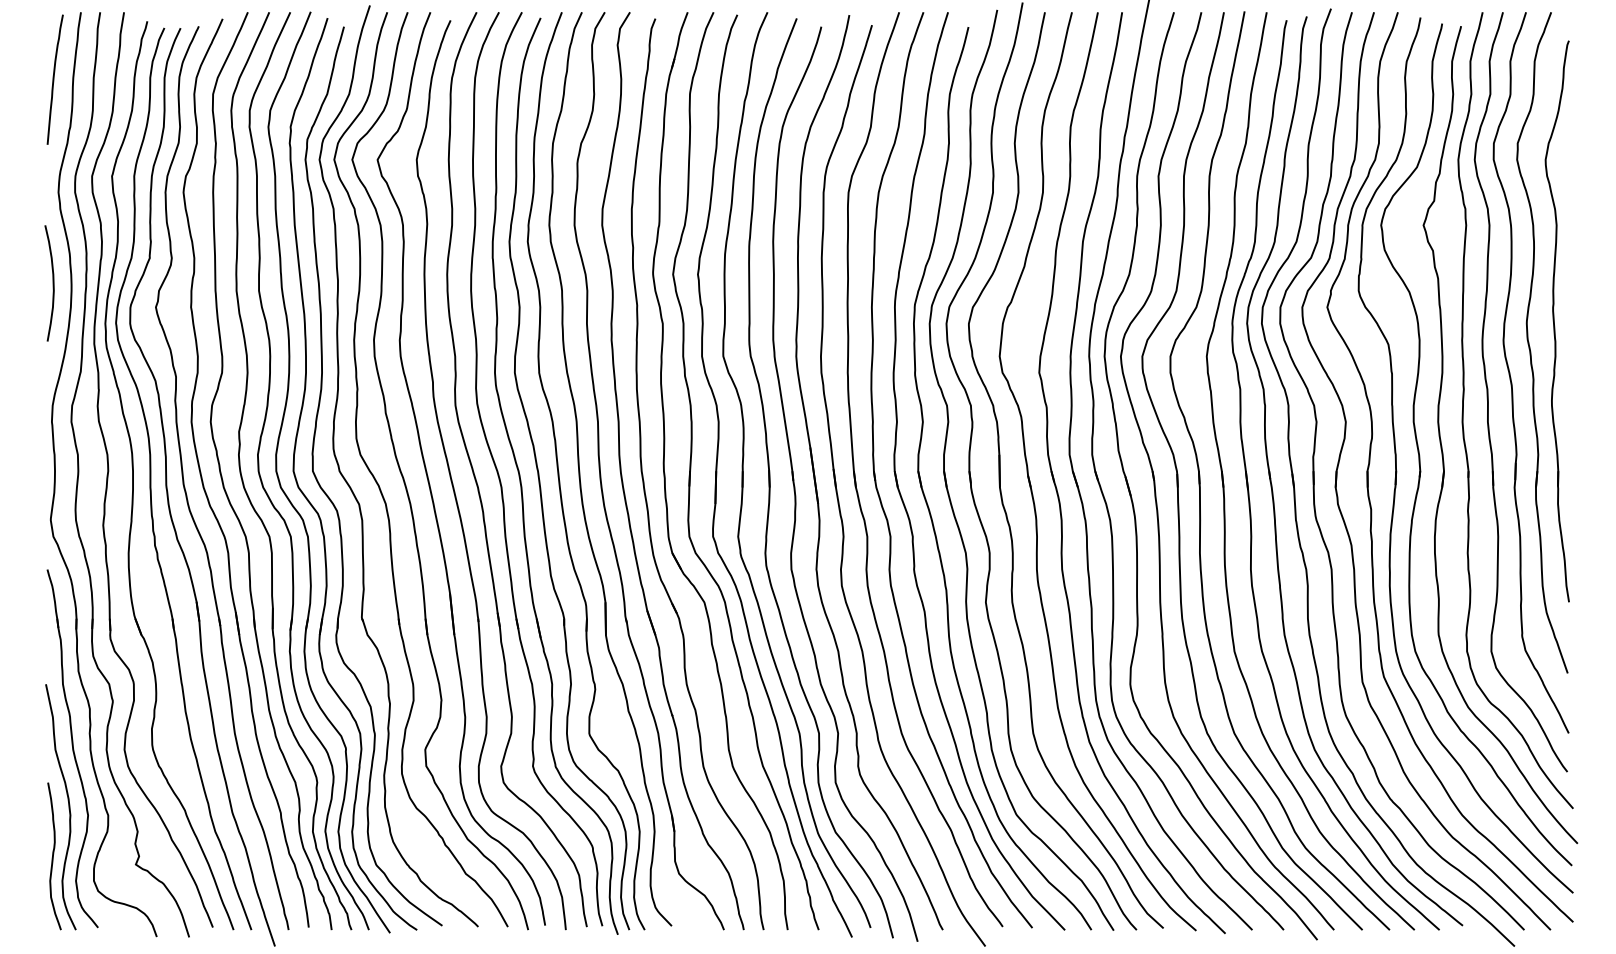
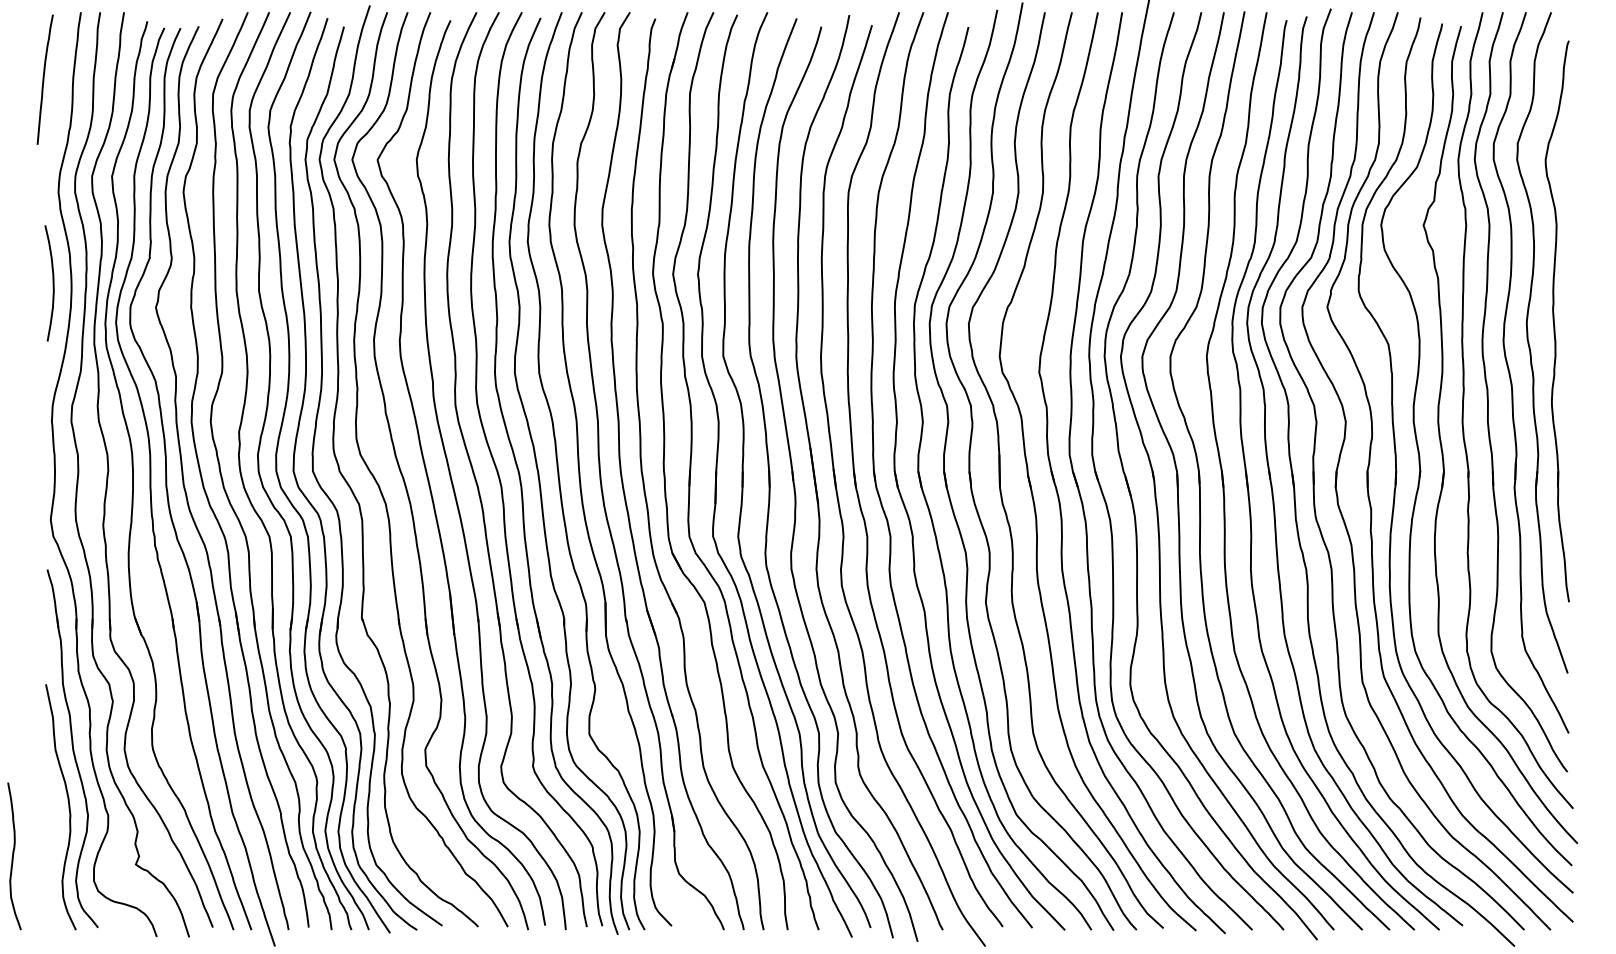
curve at (54, 79) position: (54, 79) -> (44, 79)
curve at (53, 856) position: (53, 856) -> (13, 856)
